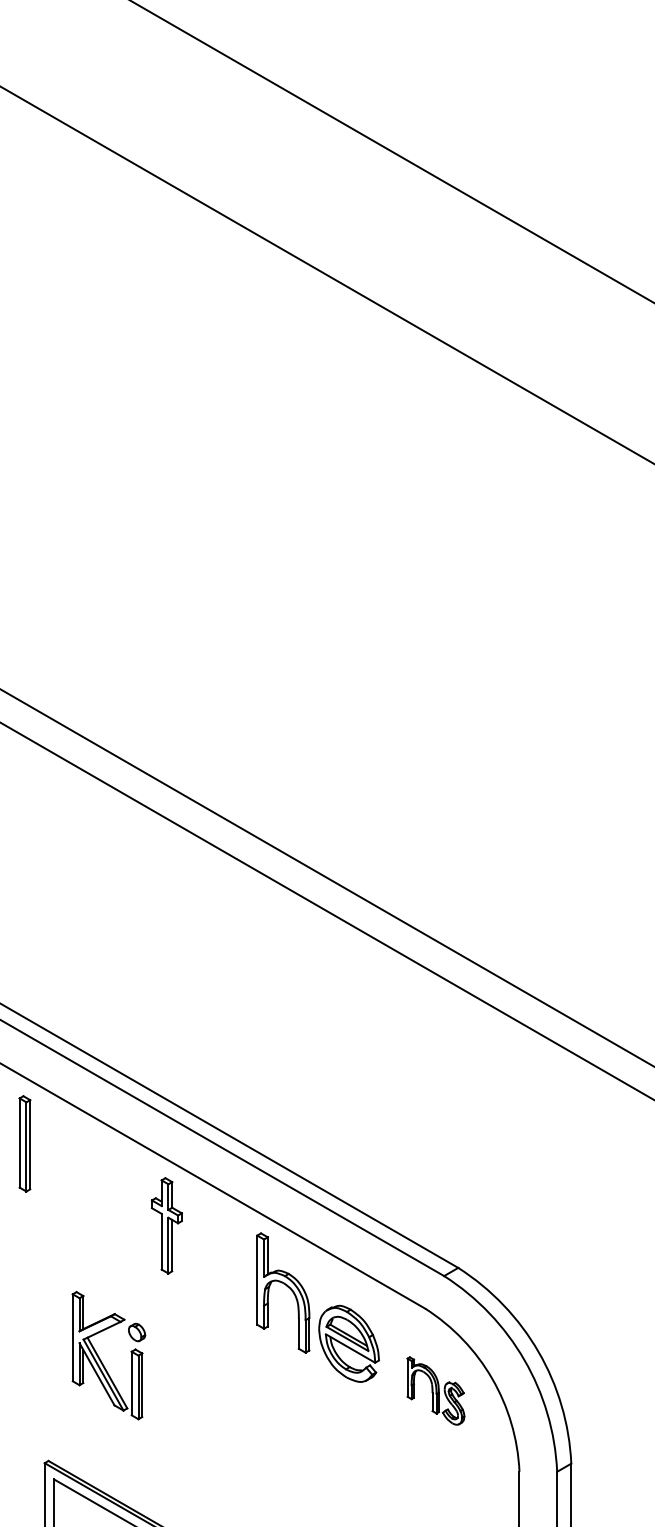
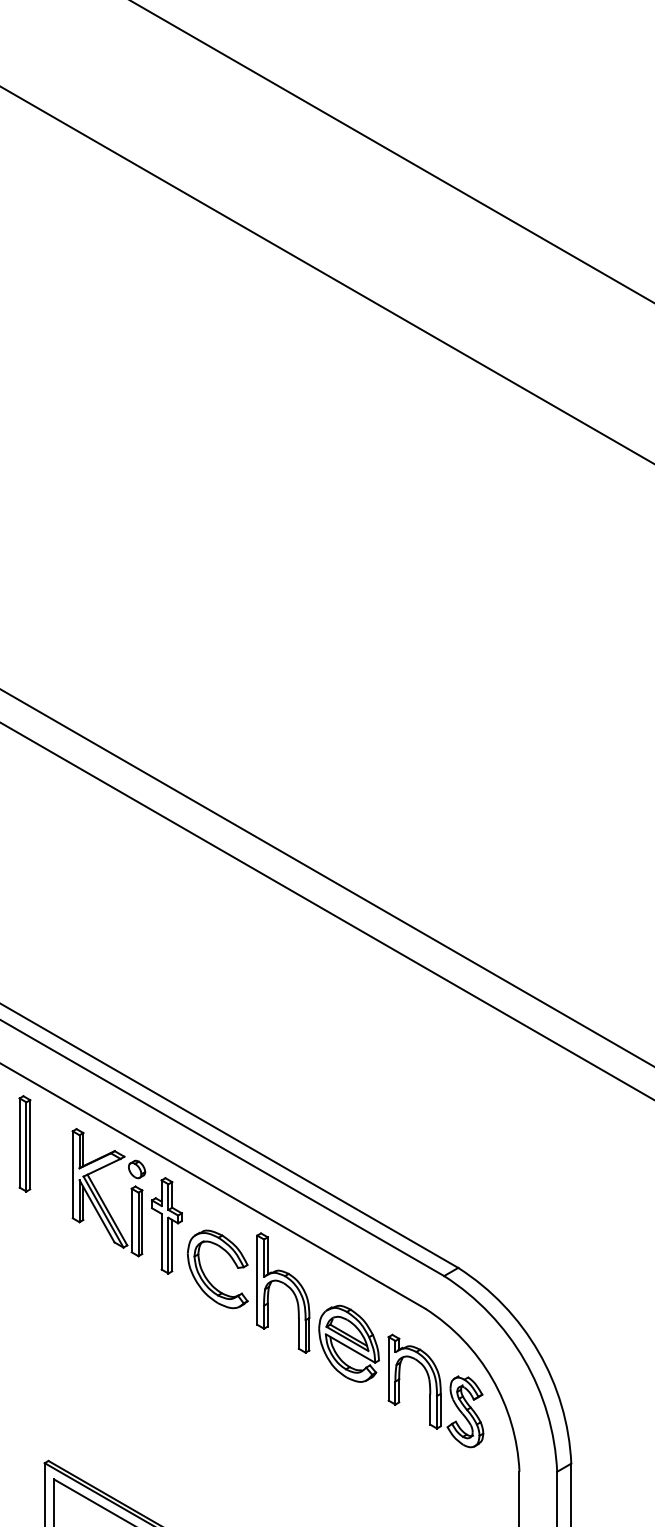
part at (205, 1274): none -> present
part at (100, 1358) position: (100, 1358) -> (100, 1195)
part at (435, 1390) size: 60x70 px -> 98x116 px
